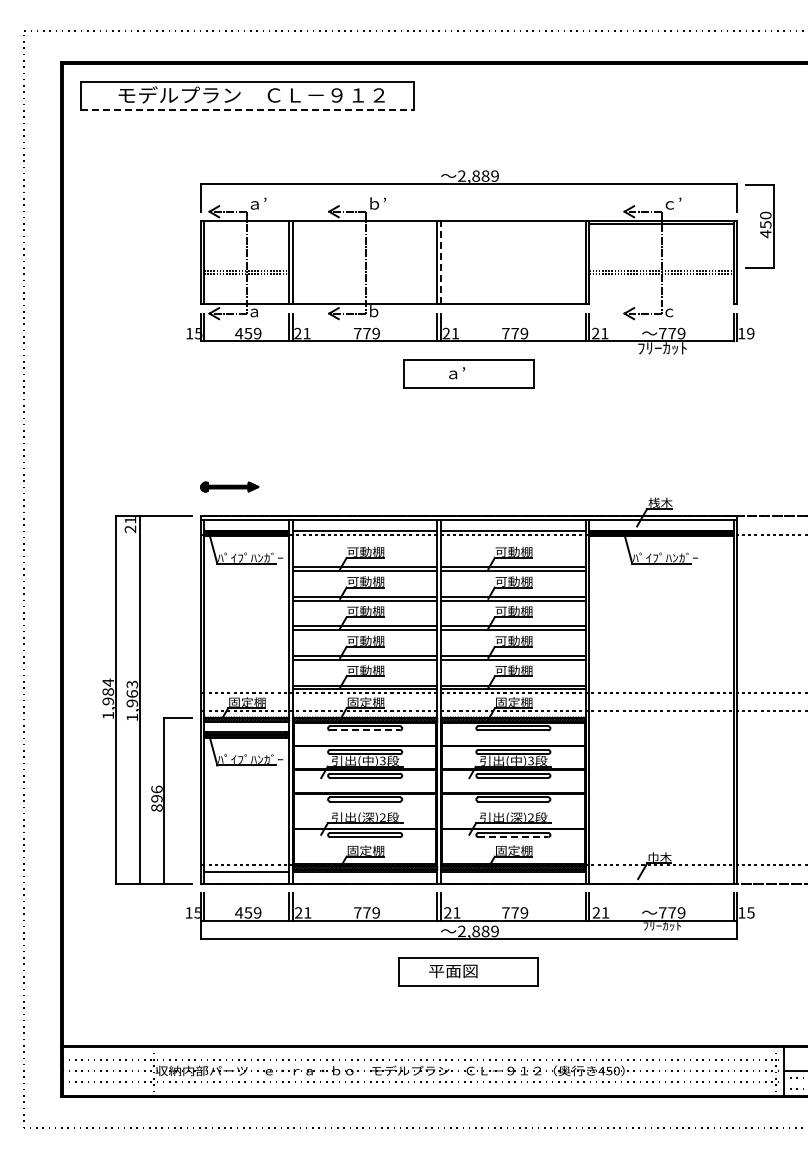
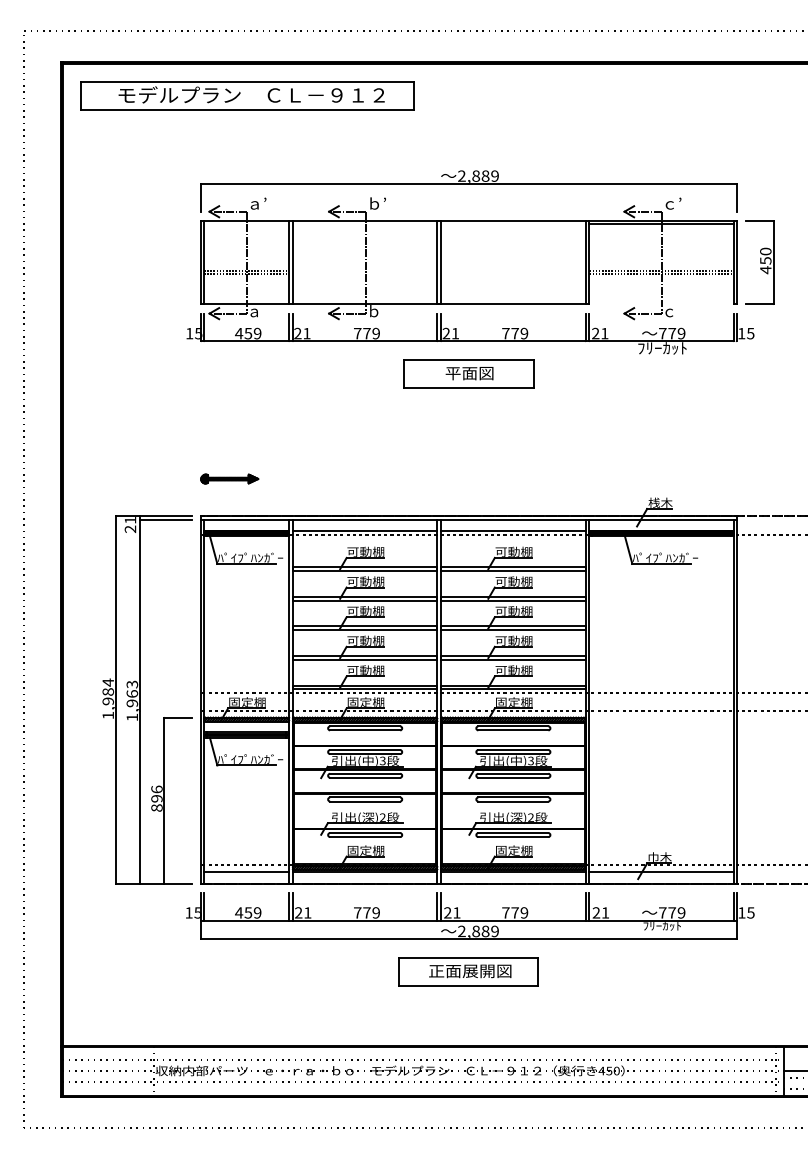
line at (247, 109): dashed -> solid
part at (759, 226) position: (759, 226) -> (759, 262)
line at (441, 262): dashed -> solid
text at (750, 333): 19 -> 15
text at (469, 373): ａ’ -> 平面図
part at (229, 486) position: (229, 486) -> (229, 478)
line at (166, 519): none -> present
line at (365, 730): dashed -> solid
line at (513, 837): dashed -> solid
line at (661, 872): none -> present
text at (470, 971): 平面図 -> 正面展開図
